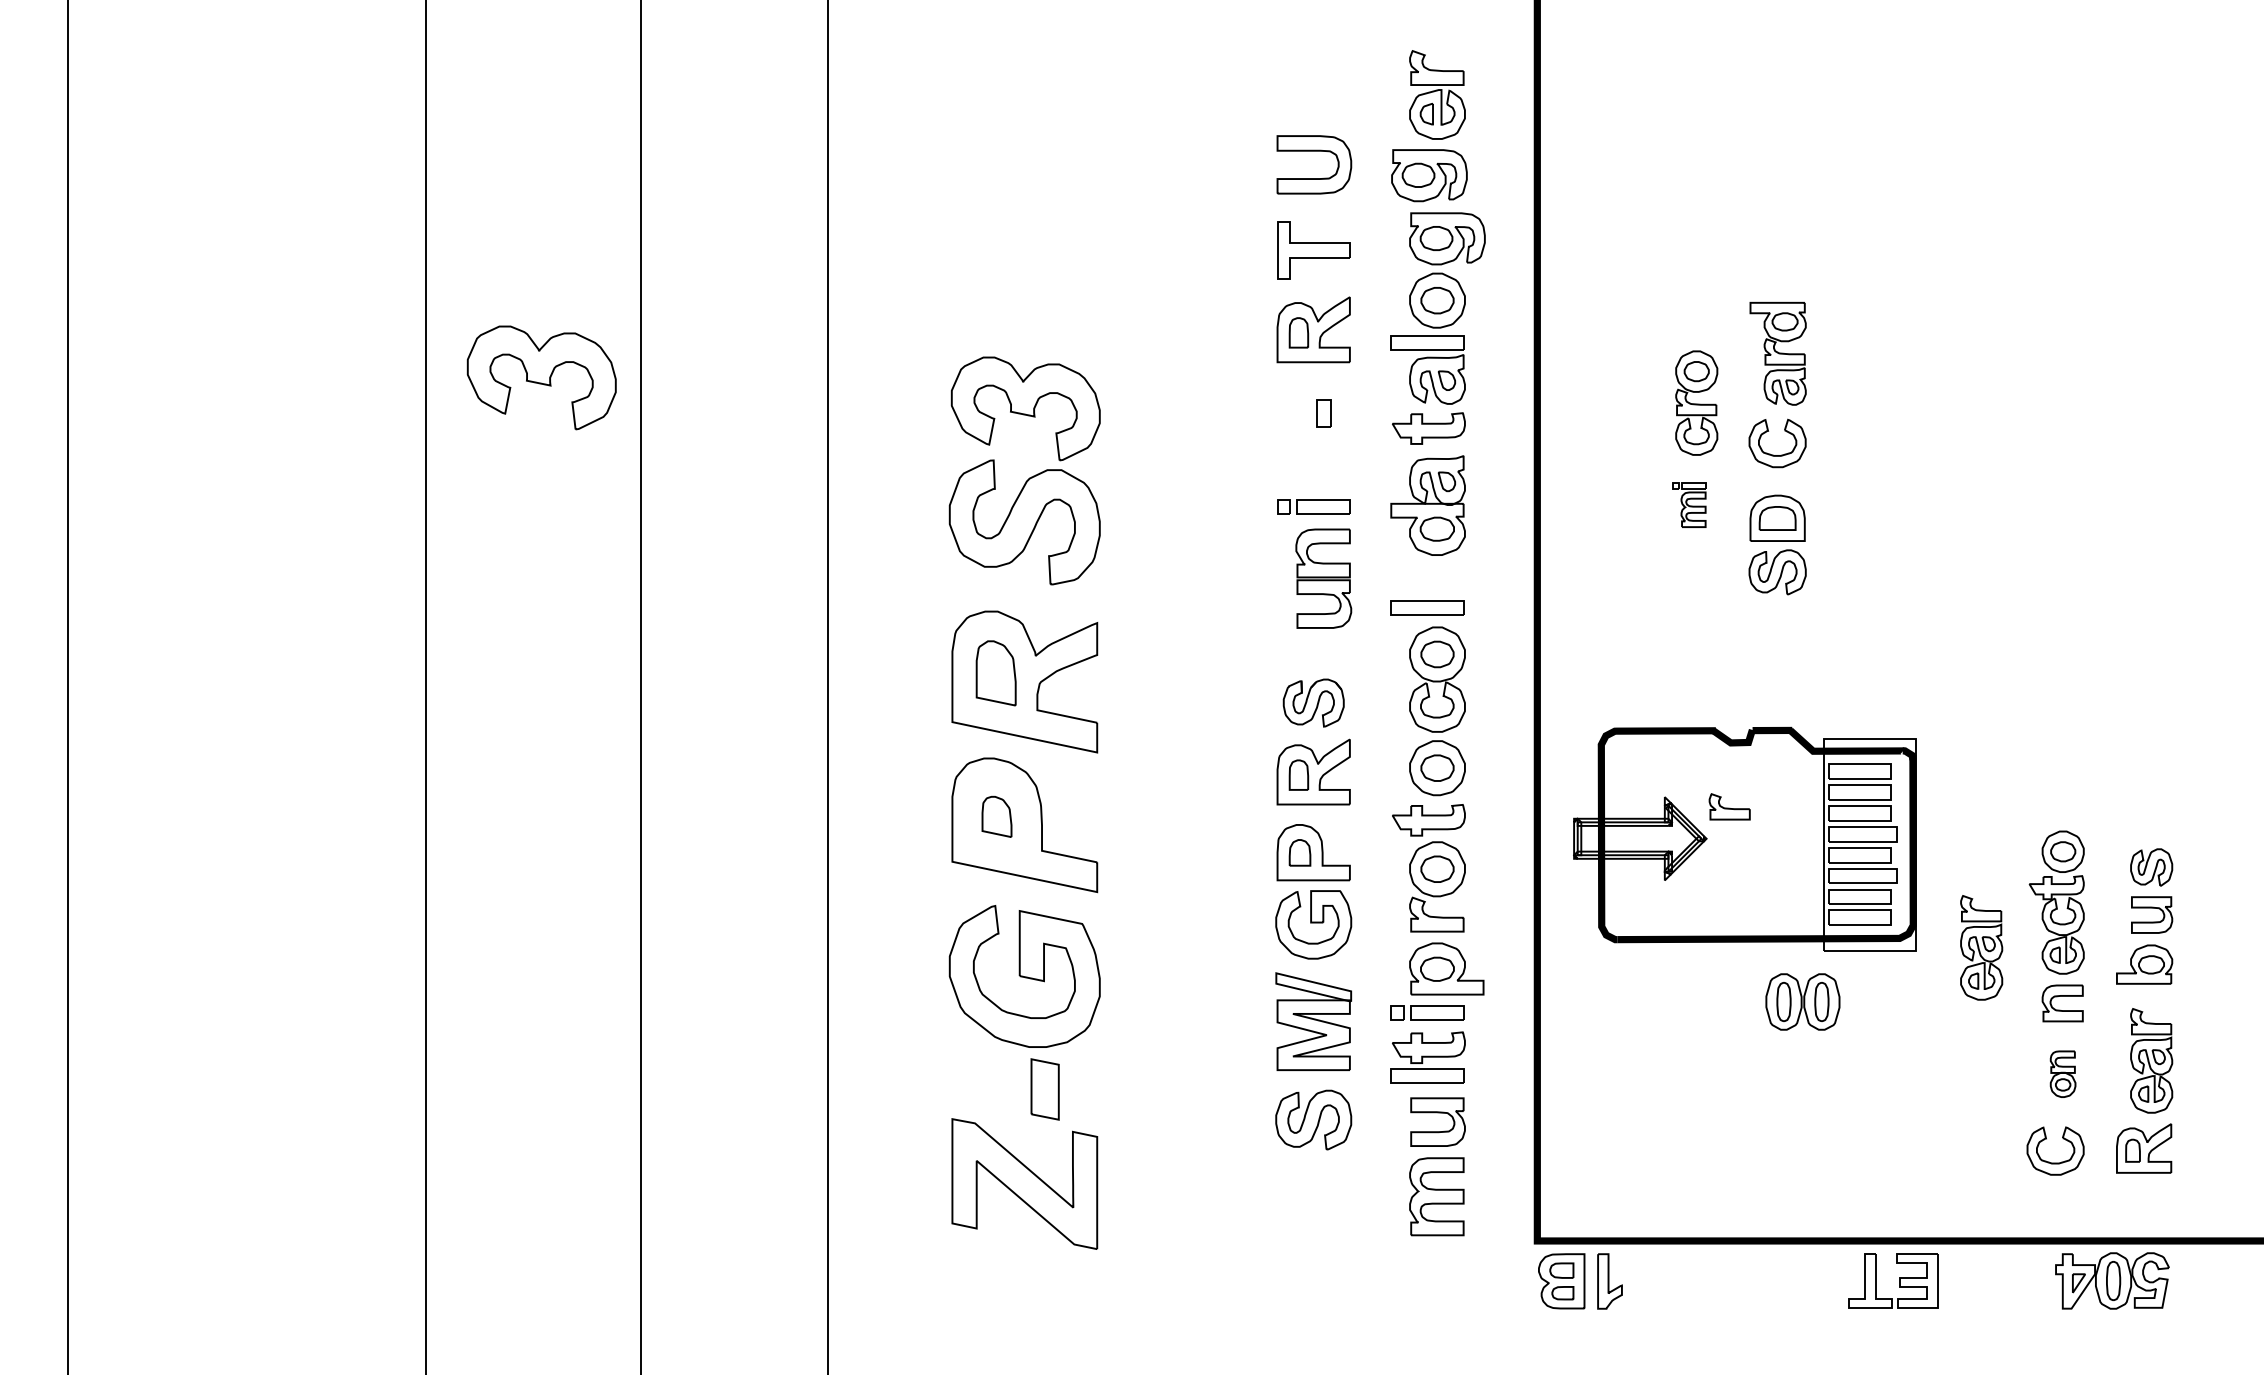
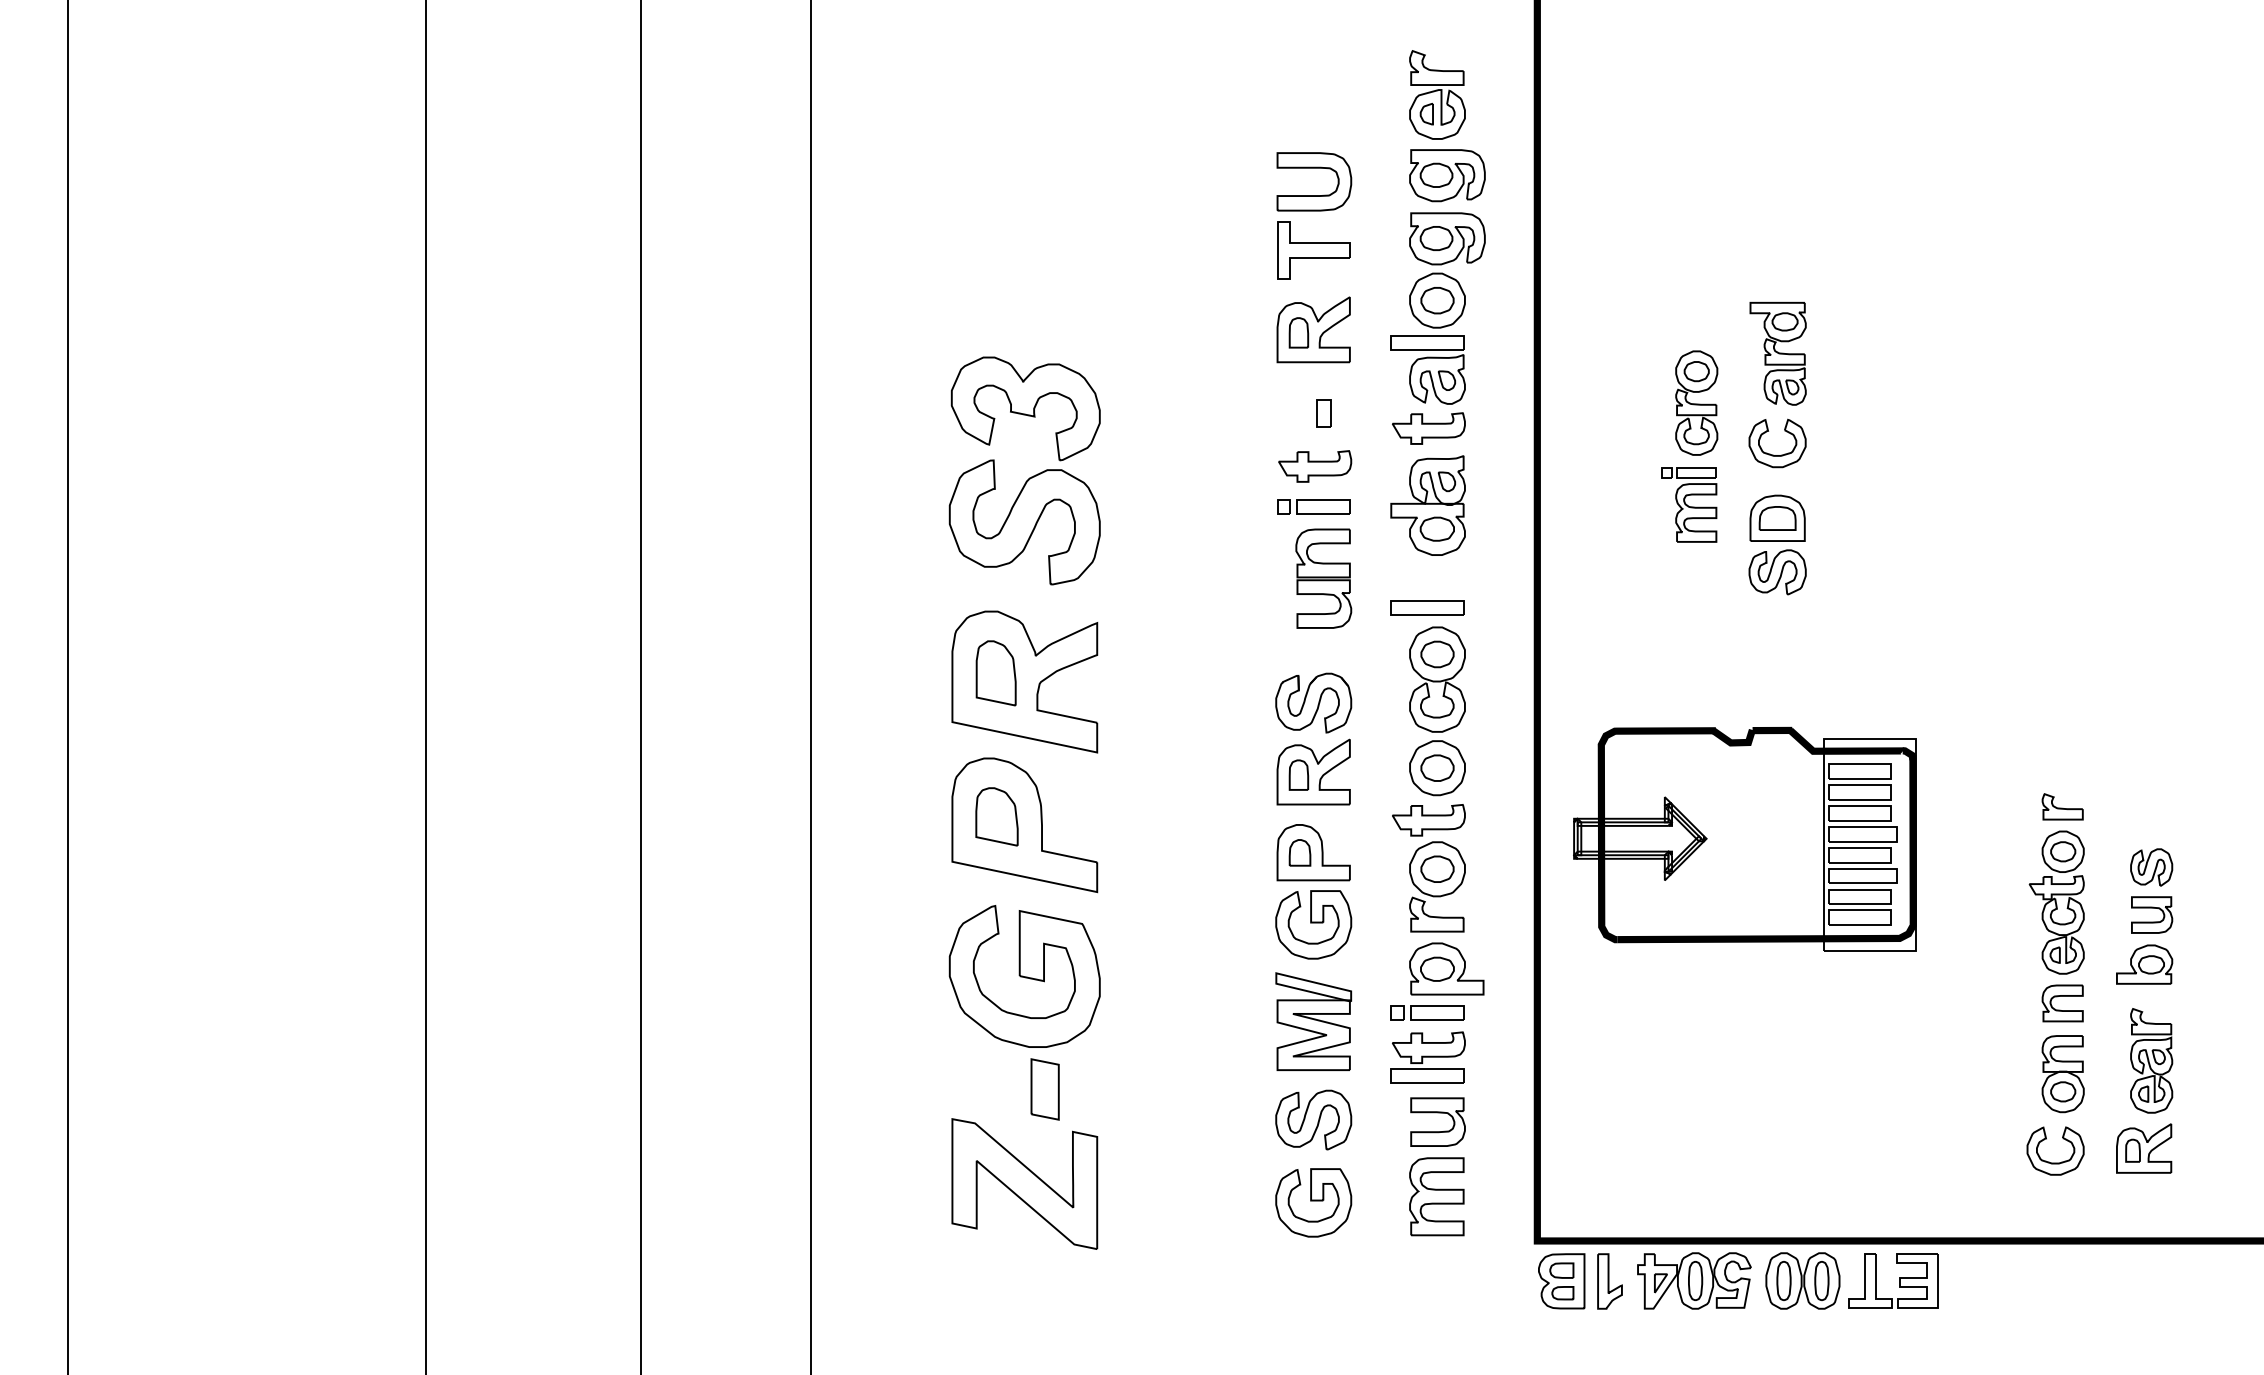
part at (1314, 151) position: (1314, 151) -> (1314, 168)
part at (1429, 175) position: (1429, 175) -> (1447, 175)
part at (541, 377): present -> none
part at (1315, 466): none -> present
part at (1689, 504) size: 35x46 px -> 57x76 px
line at (828, 686) position: (828, 686) -> (811, 686)
part at (1313, 702) size: 63x50 px -> 78x62 px
part at (1729, 806) position: (1729, 806) -> (2062, 806)
part at (996, 816) size: 32x43 px -> 44x60 px
part at (1981, 947): present -> none
part at (1802, 1001) position: (1802, 1001) -> (1802, 1280)
part at (2062, 1073) size: 28x48 px -> 44x79 px
part at (1313, 1202): none -> present
part at (2112, 1280) position: (2112, 1280) -> (1694, 1280)
